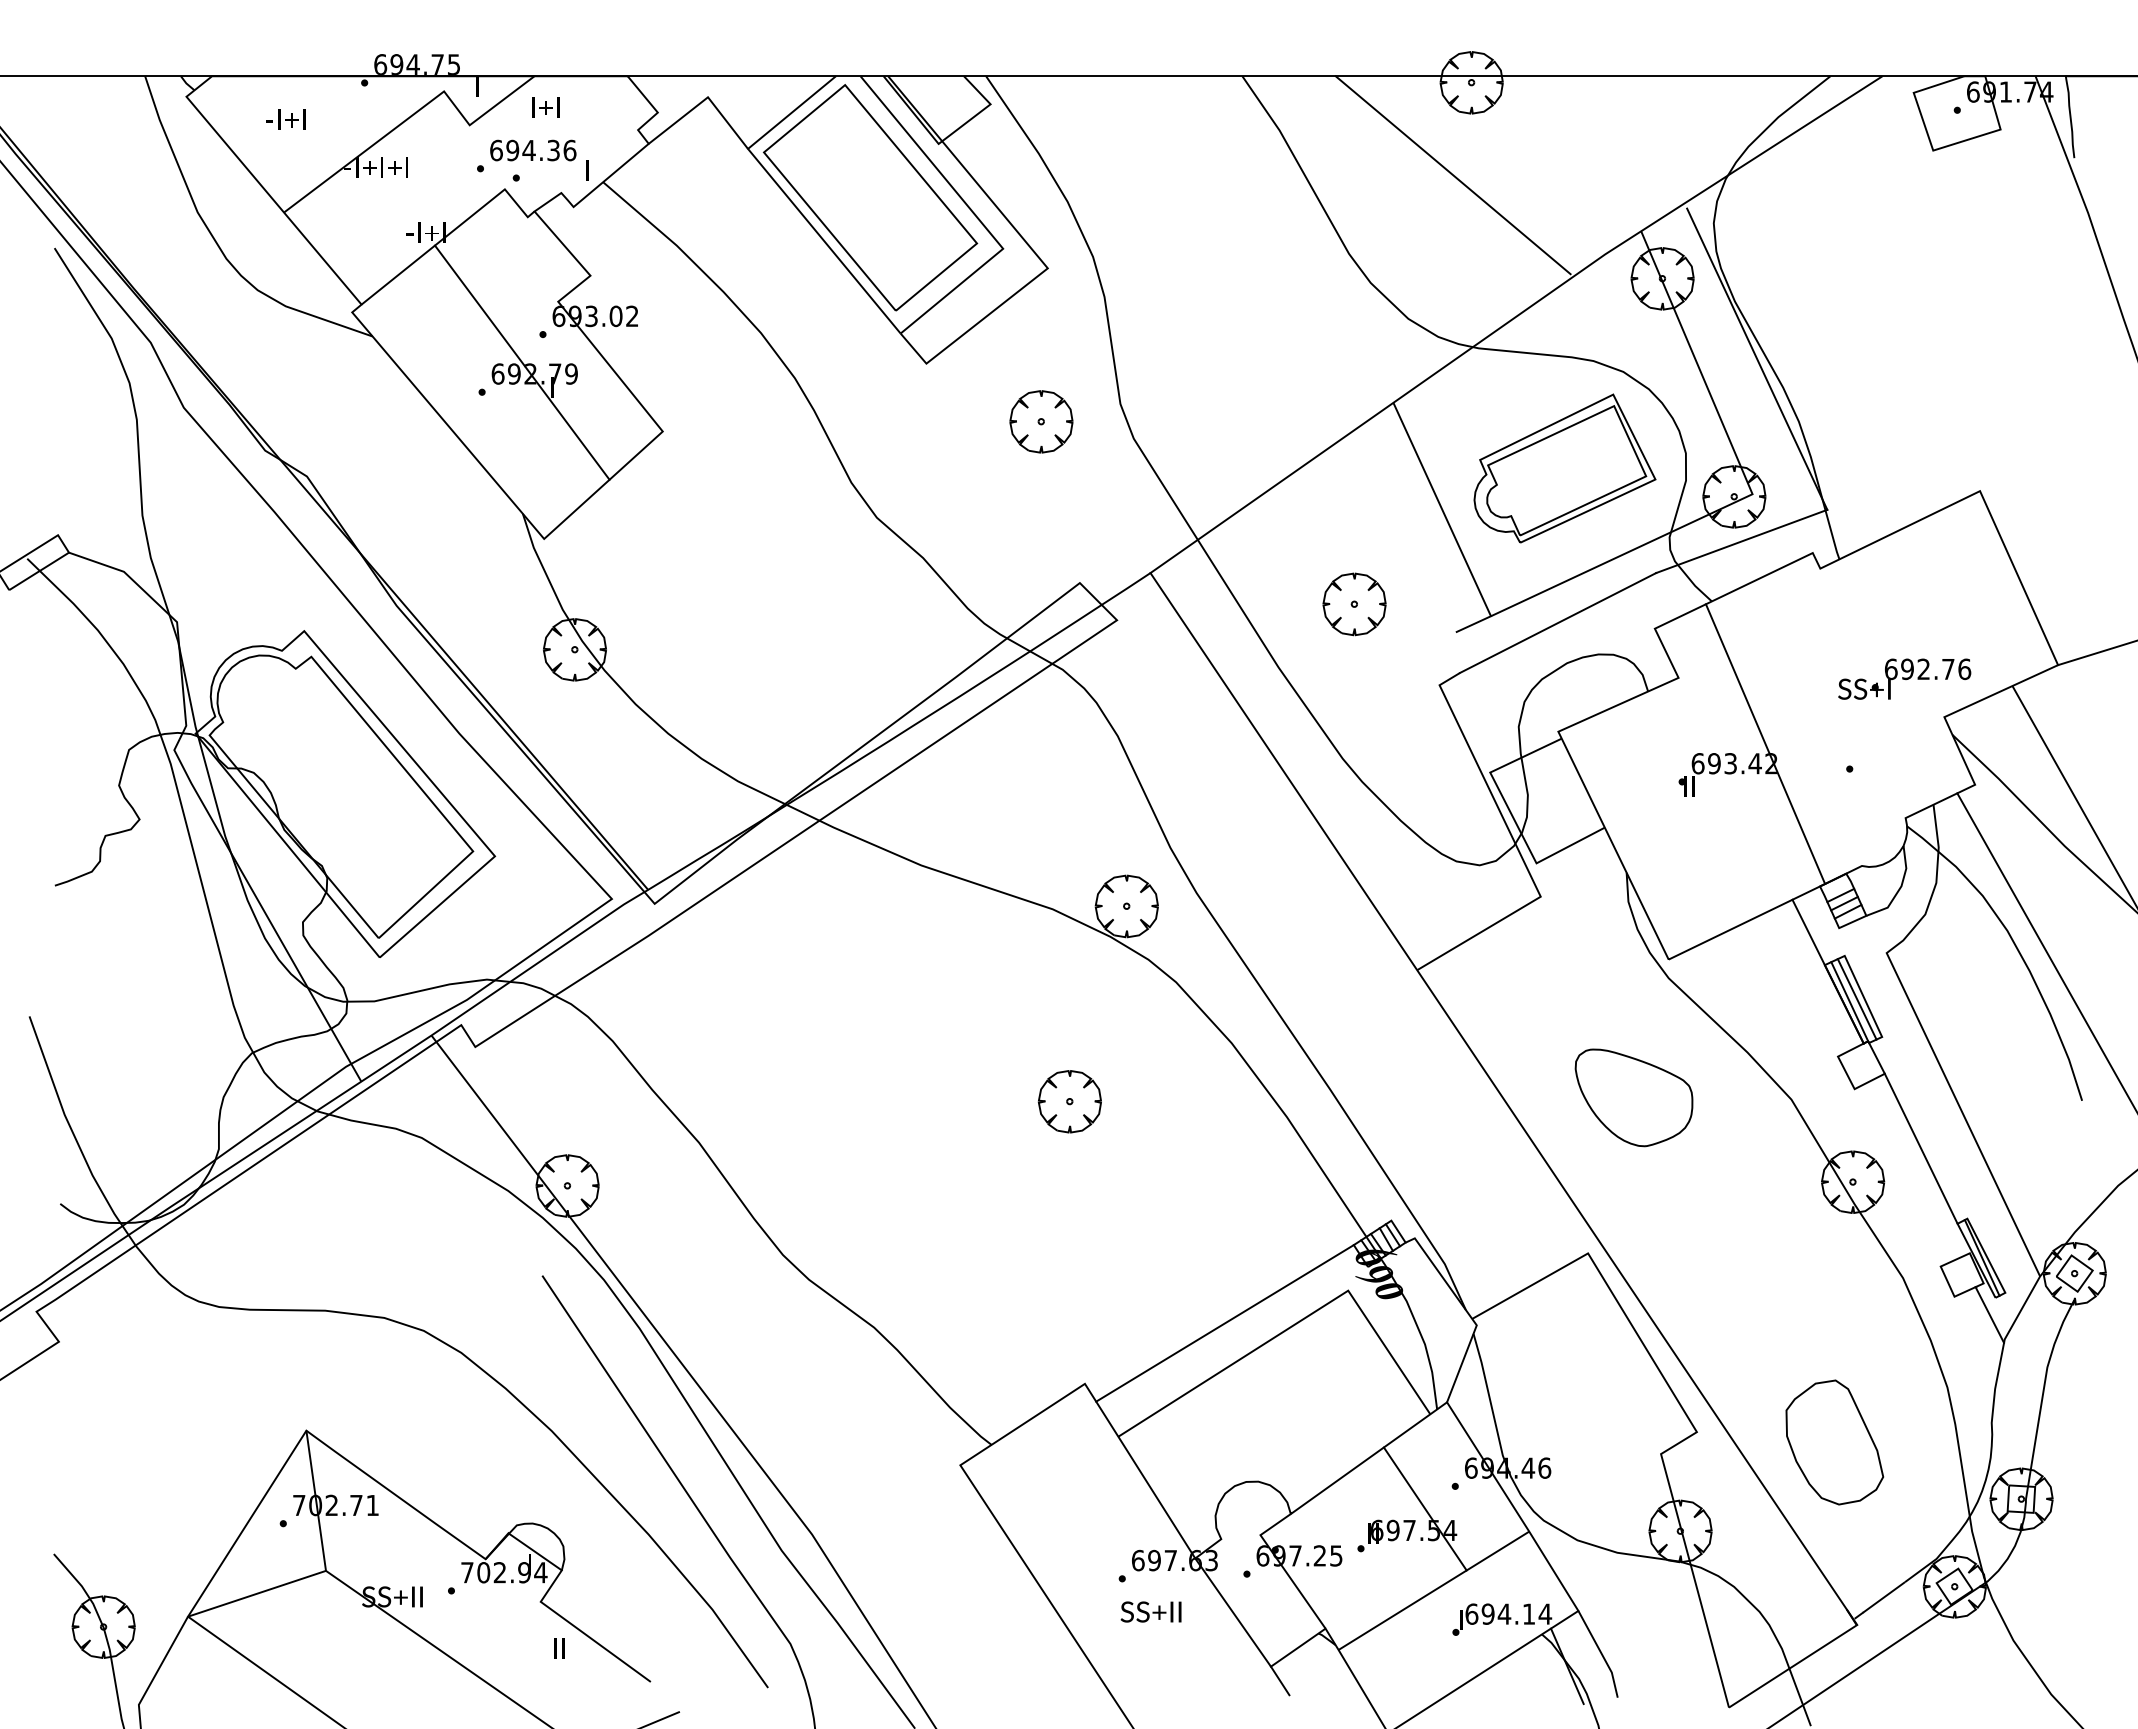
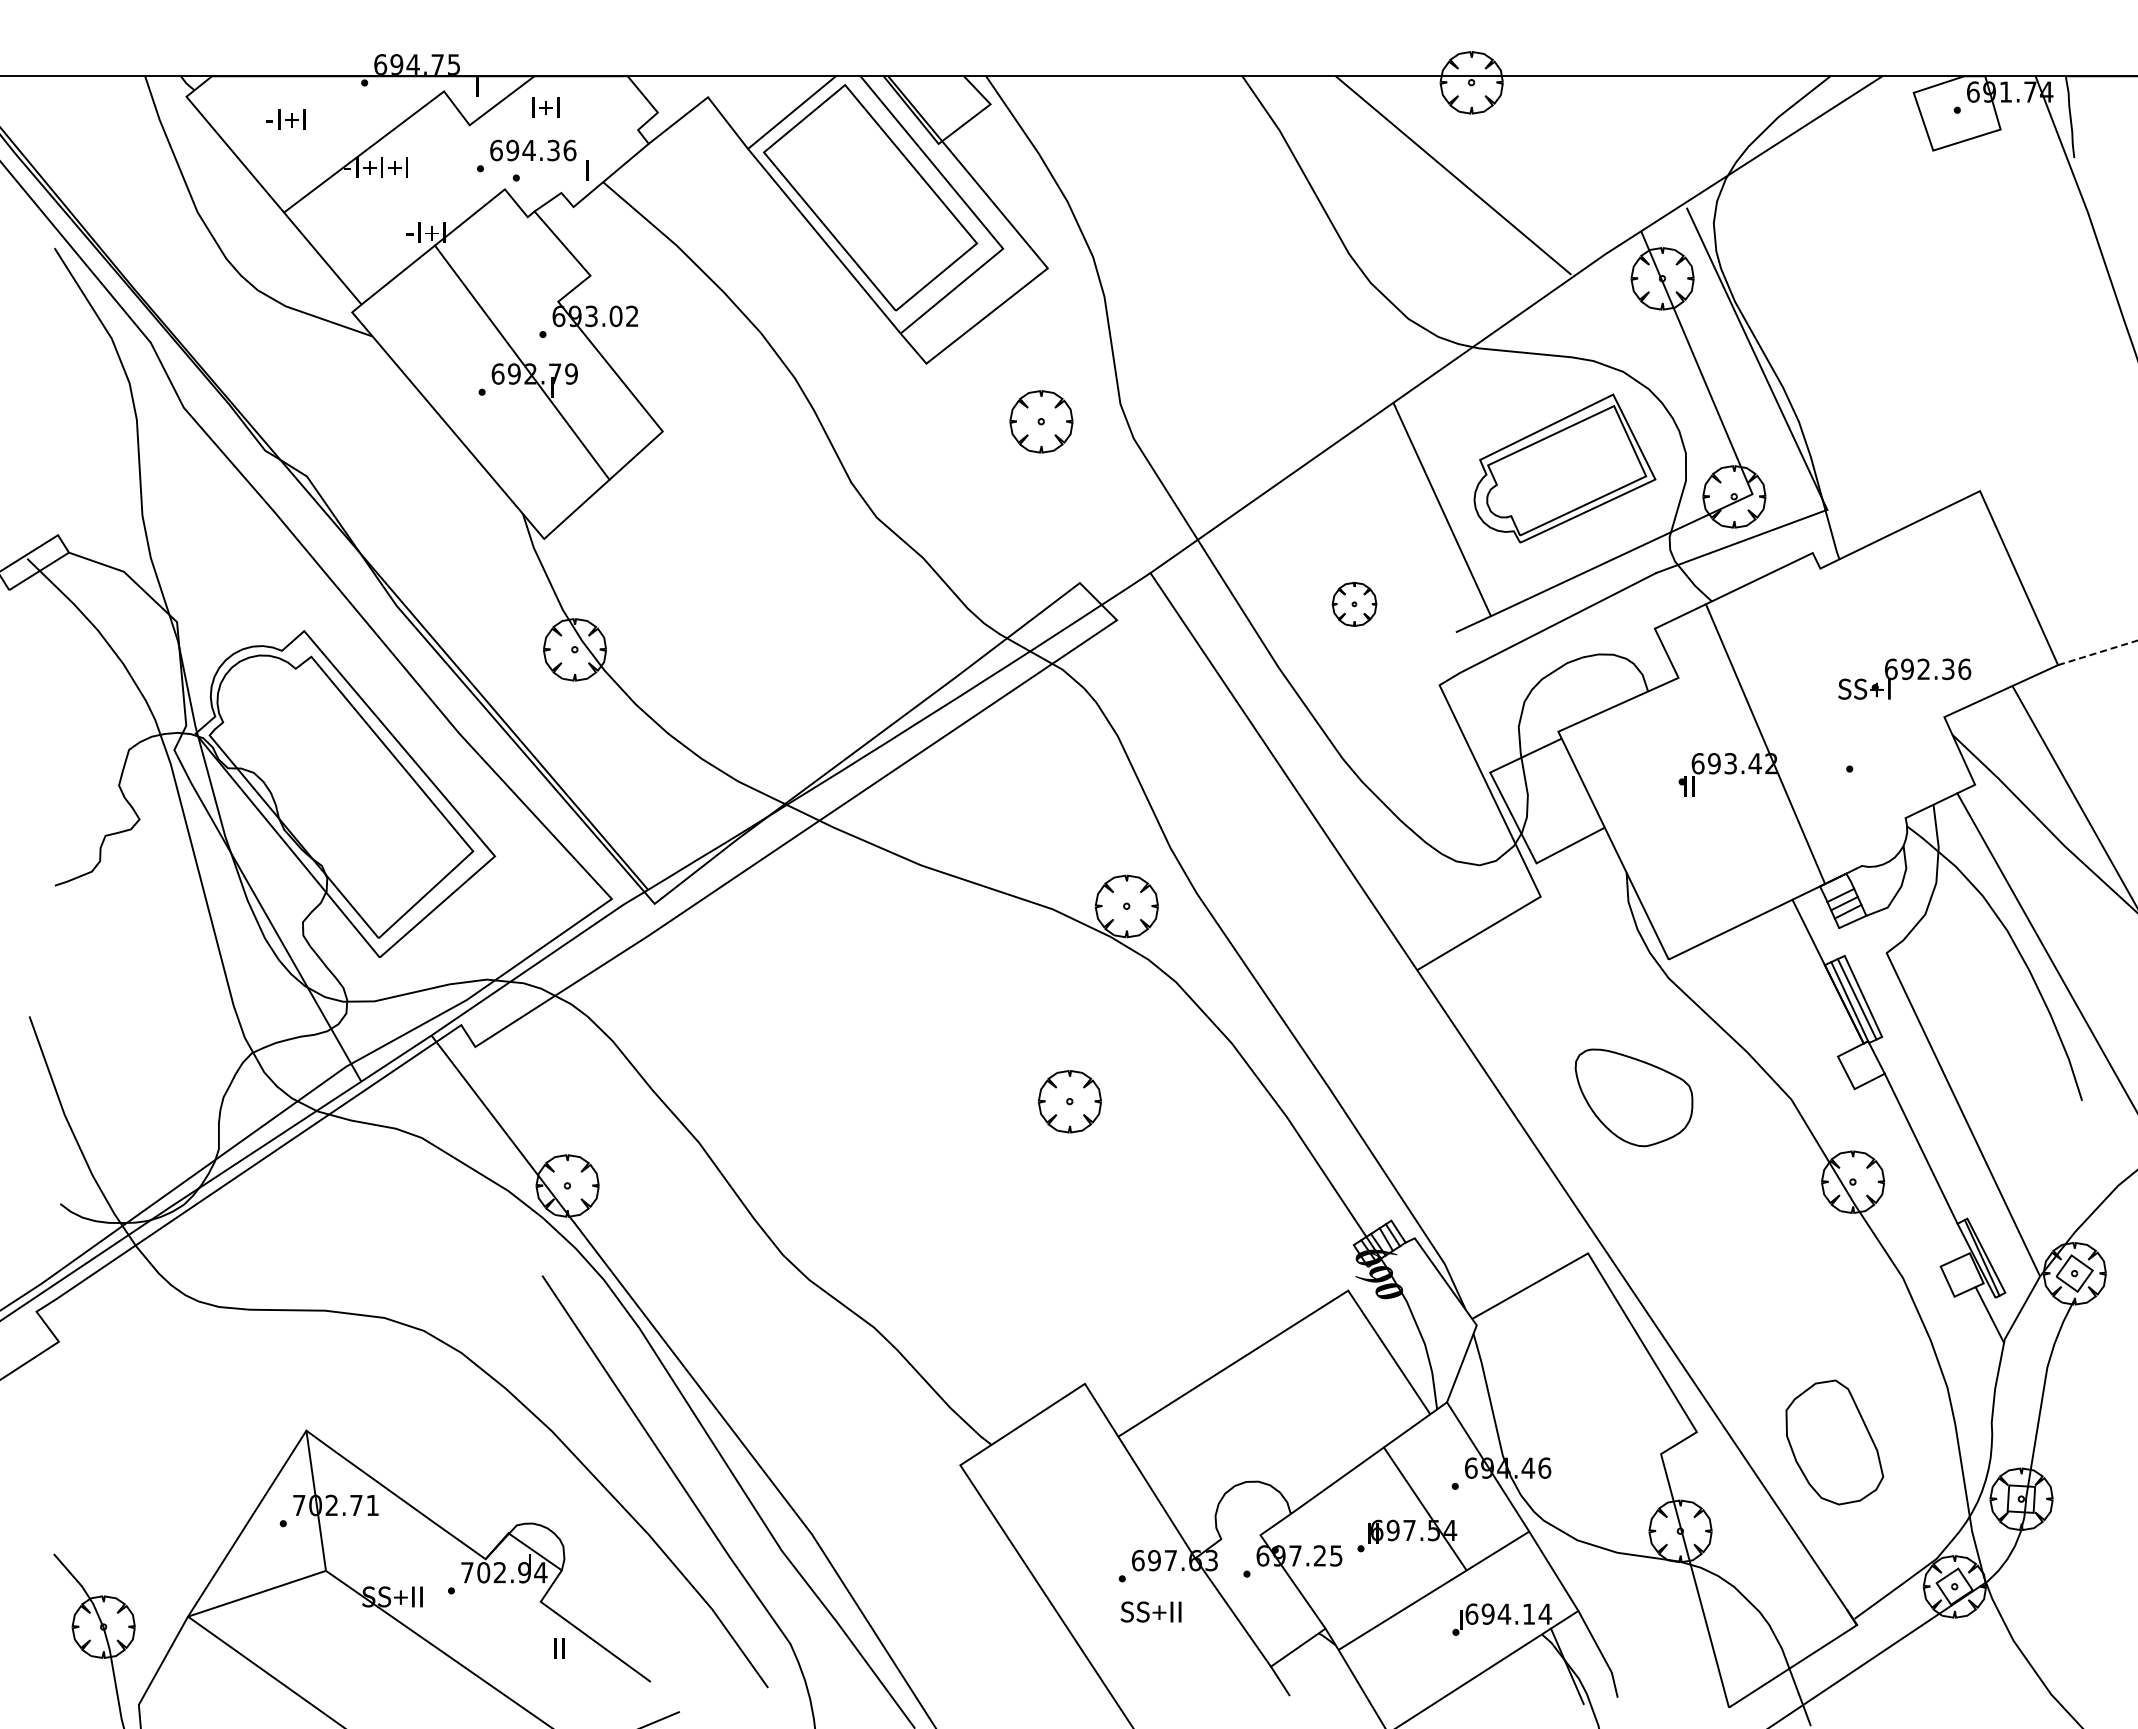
part at (1354, 604) size: 65x65 px -> 47x45 px
line at (2098, 652): solid -> dashed
text at (1948, 669): 692.76 -> 692.36
line at (1224, 1323): present -> none
